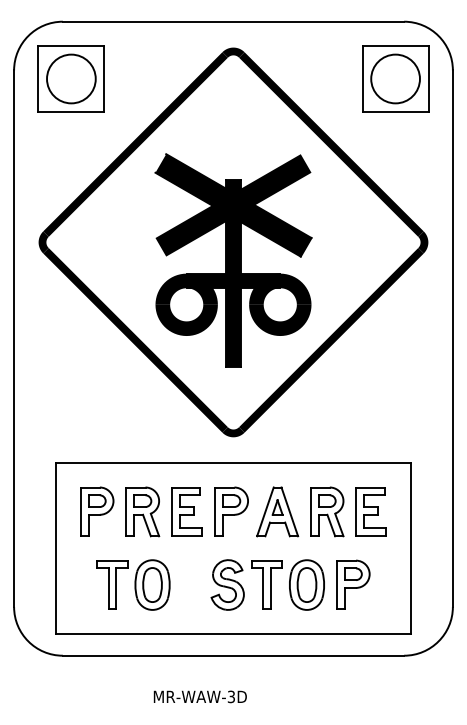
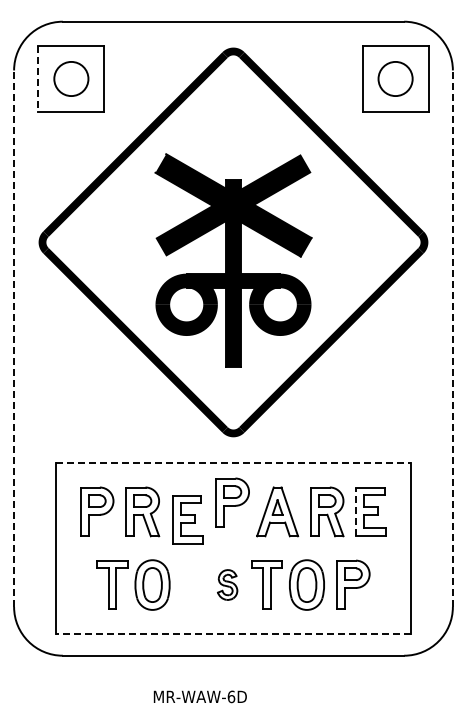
circle at (71, 78) diameter: 49 px -> 34 px
circle at (395, 78) diameter: 49 px -> 34 px
line at (38, 79): solid -> dashed
line at (14, 338): solid -> dashed
line at (452, 338): solid -> dashed
line at (233, 463): solid -> dashed
part at (186, 511) position: (186, 511) -> (187, 519)
part at (231, 511) position: (231, 511) -> (232, 502)
line at (356, 511): solid -> dashed
part at (227, 584) size: 35x52 px -> 22x32 px
line at (233, 633): solid -> dashed
text at (231, 696): MR-WAW-3D -> MR-WAW-6D
